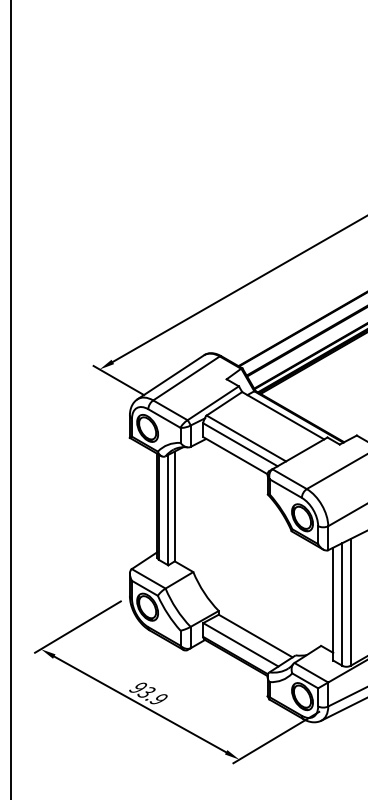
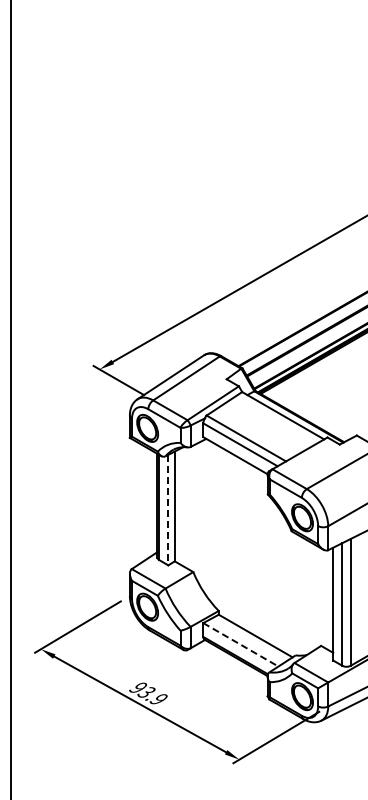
line at (168, 510): solid -> dashed
line at (241, 645): solid -> dashed
